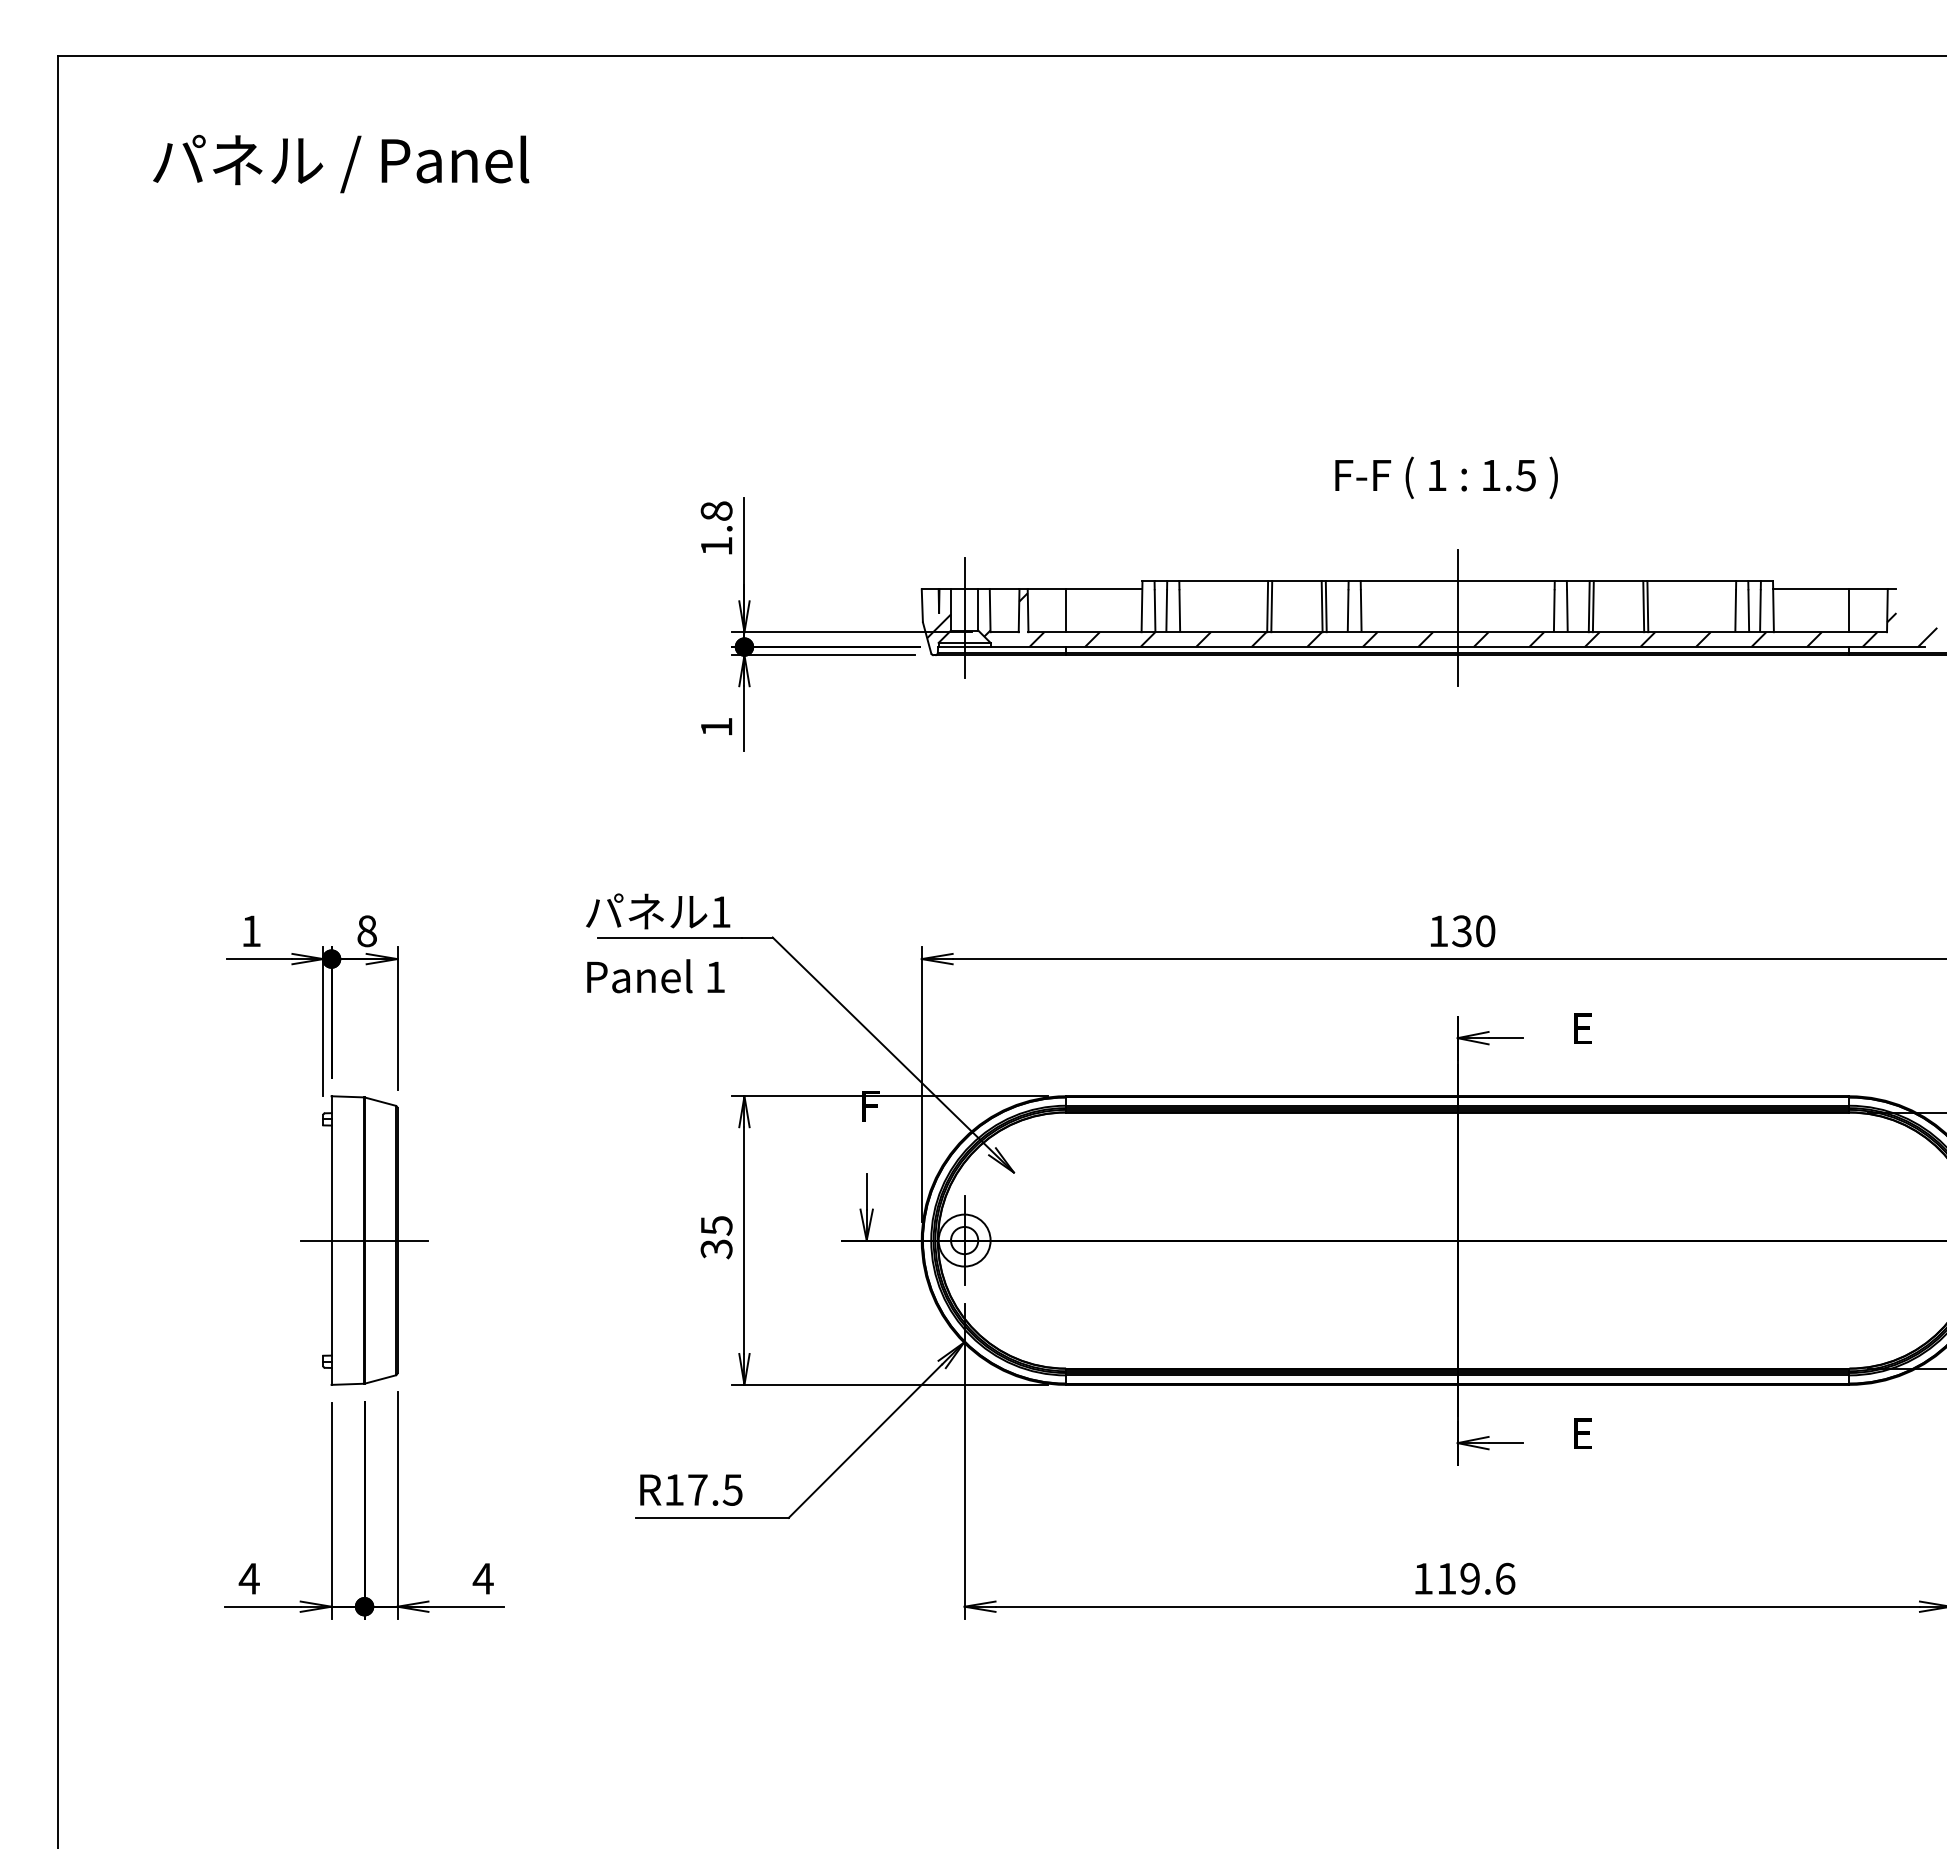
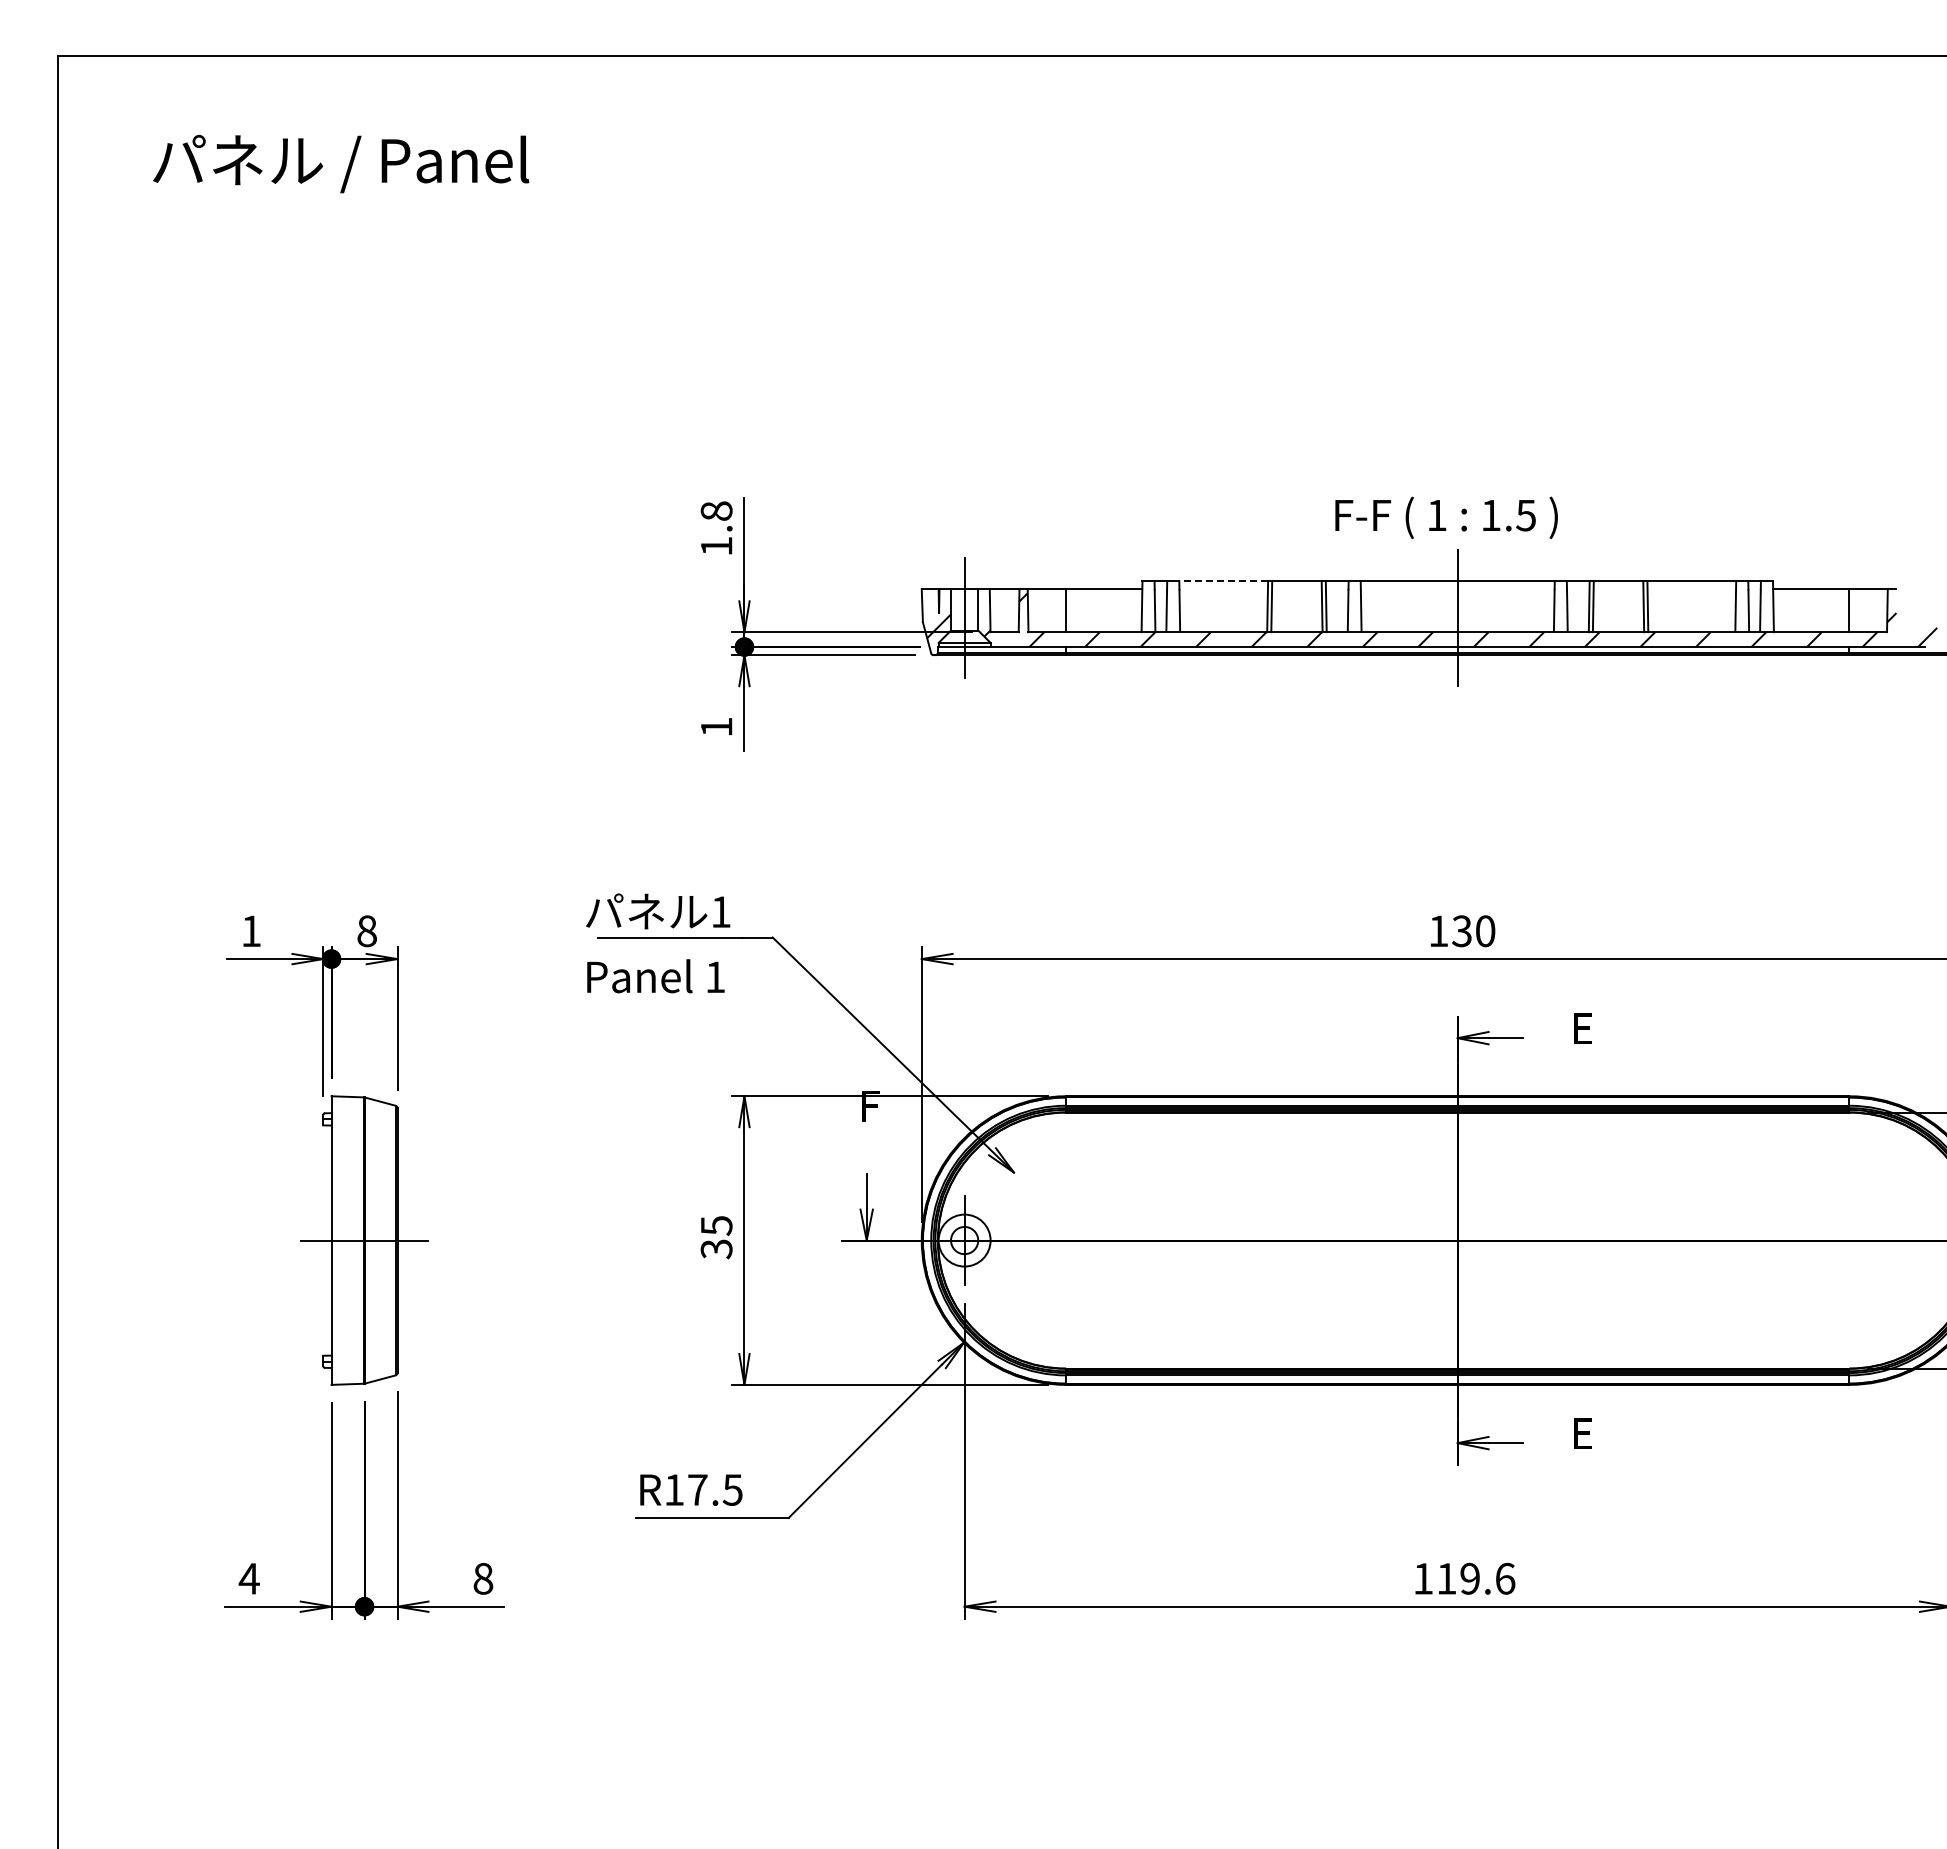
text at (1446, 477) position: (1446, 477) -> (1446, 517)
line at (1223, 581): solid -> dashed
text at (482, 1578): 4 -> 8
